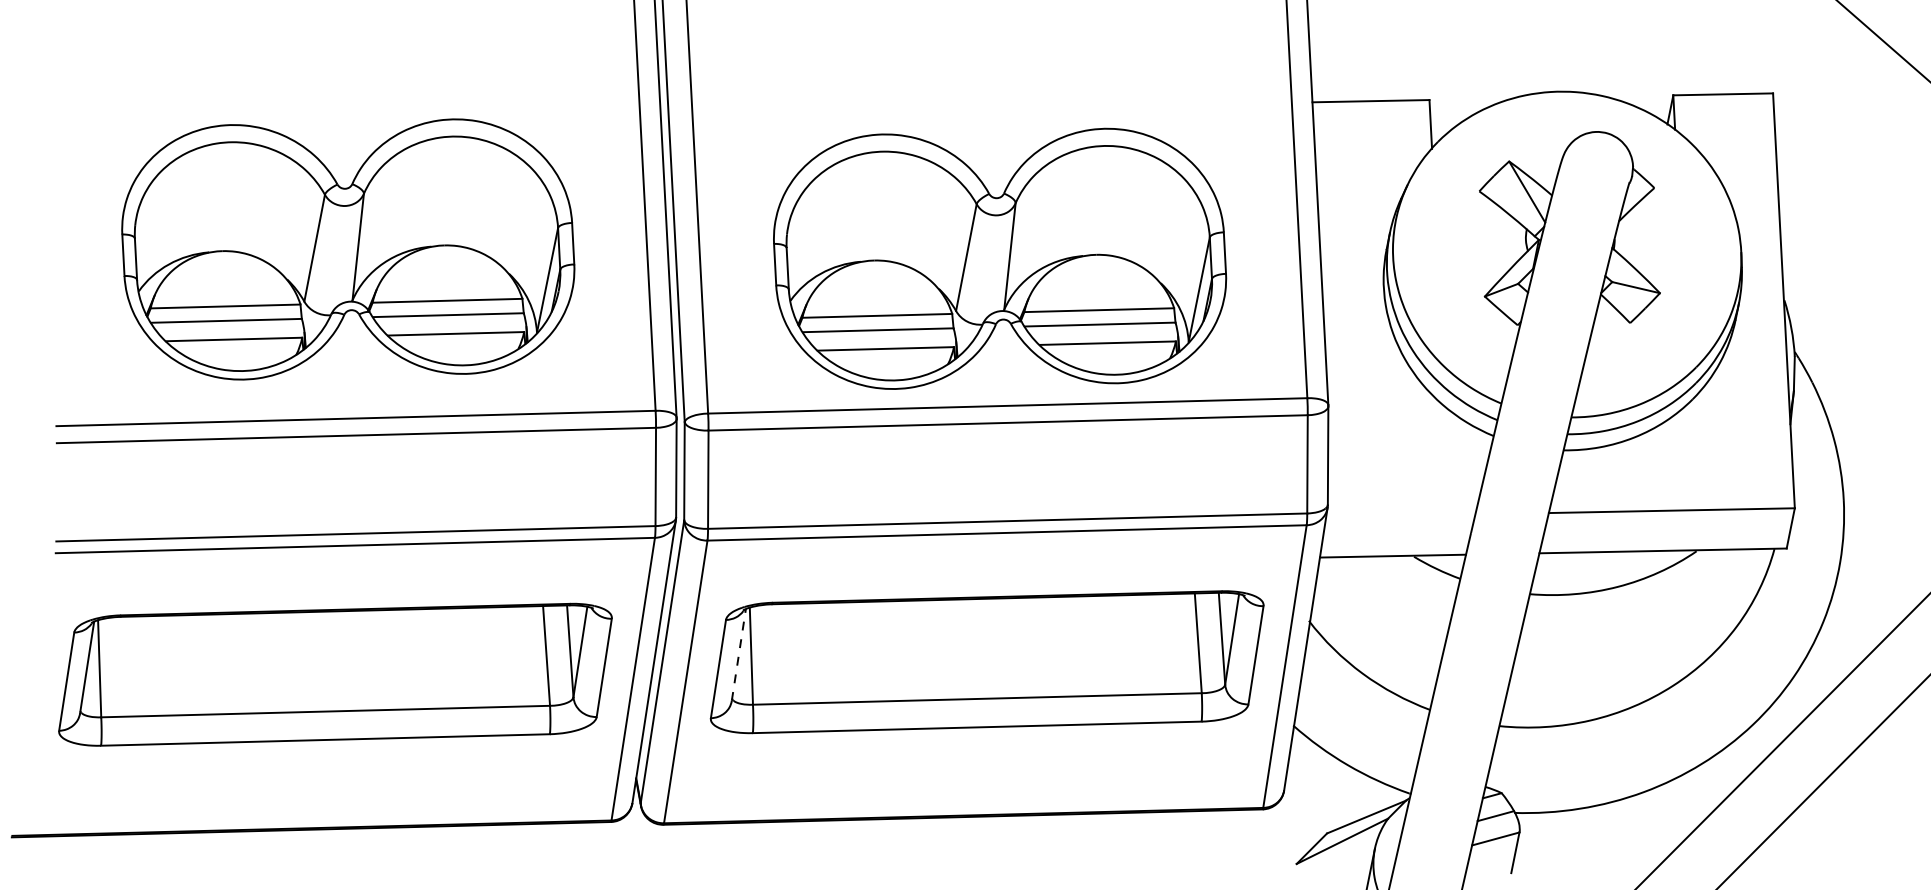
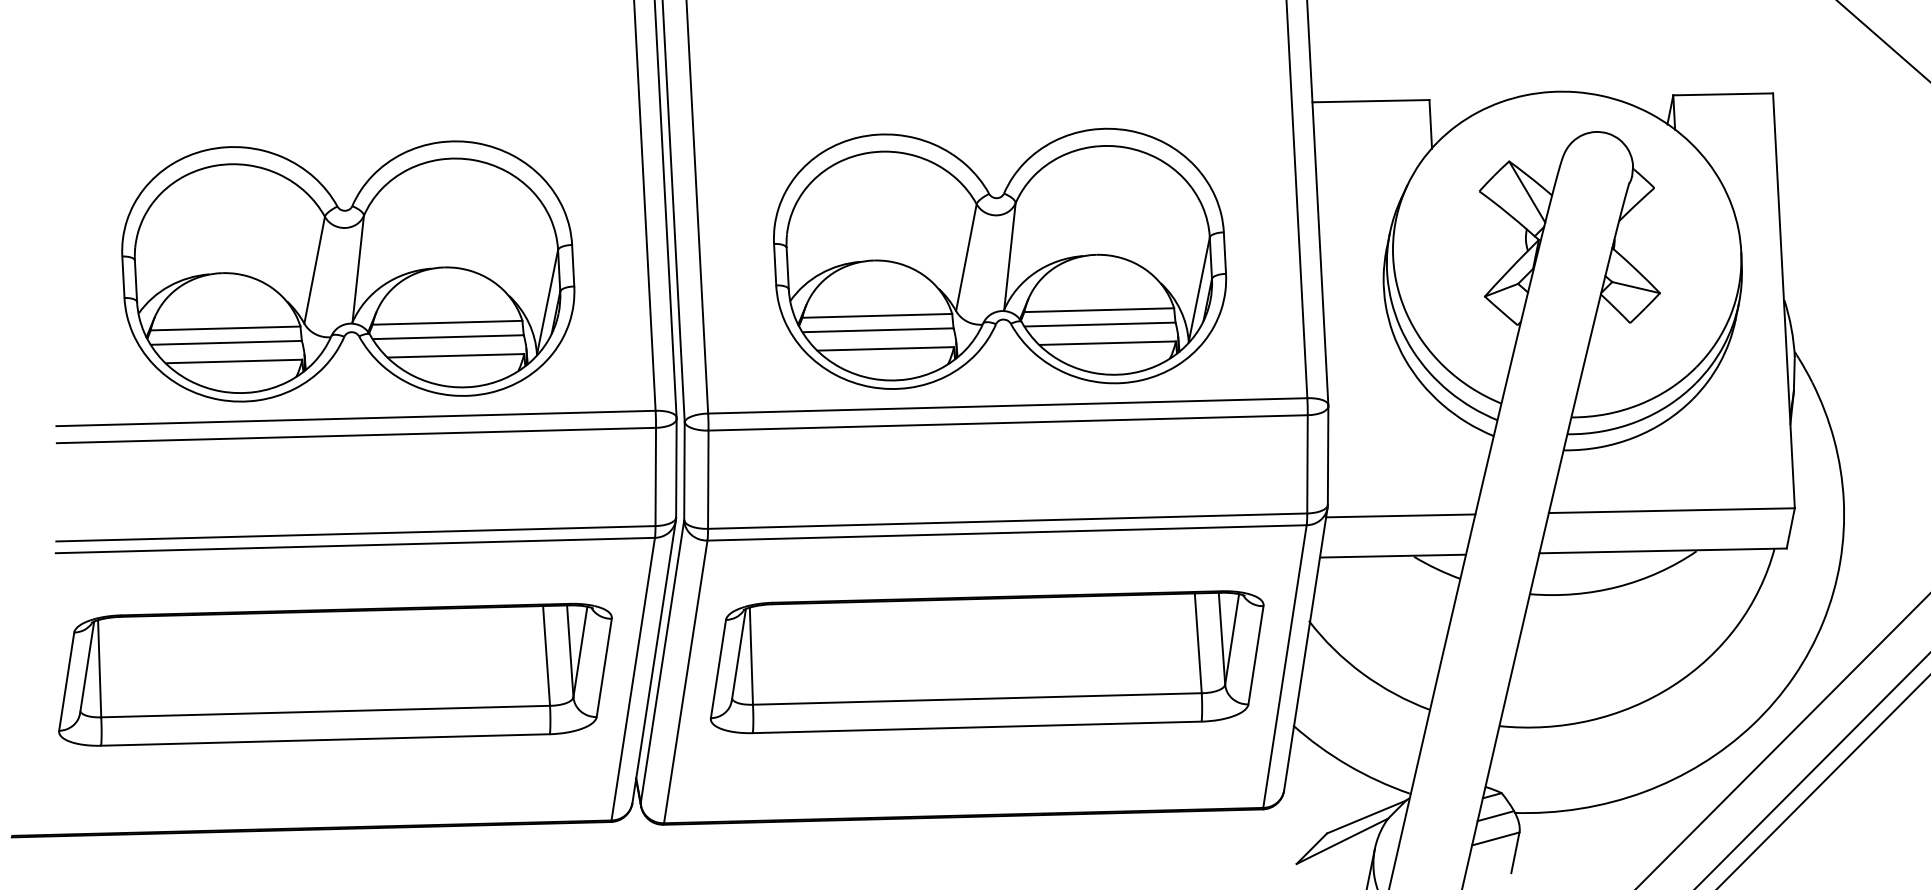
part at (348, 249) position: (348, 249) -> (348, 271)
line at (1400, 515): none -> present
line at (738, 654): dashed -> solid
line at (1812, 770): none -> present
